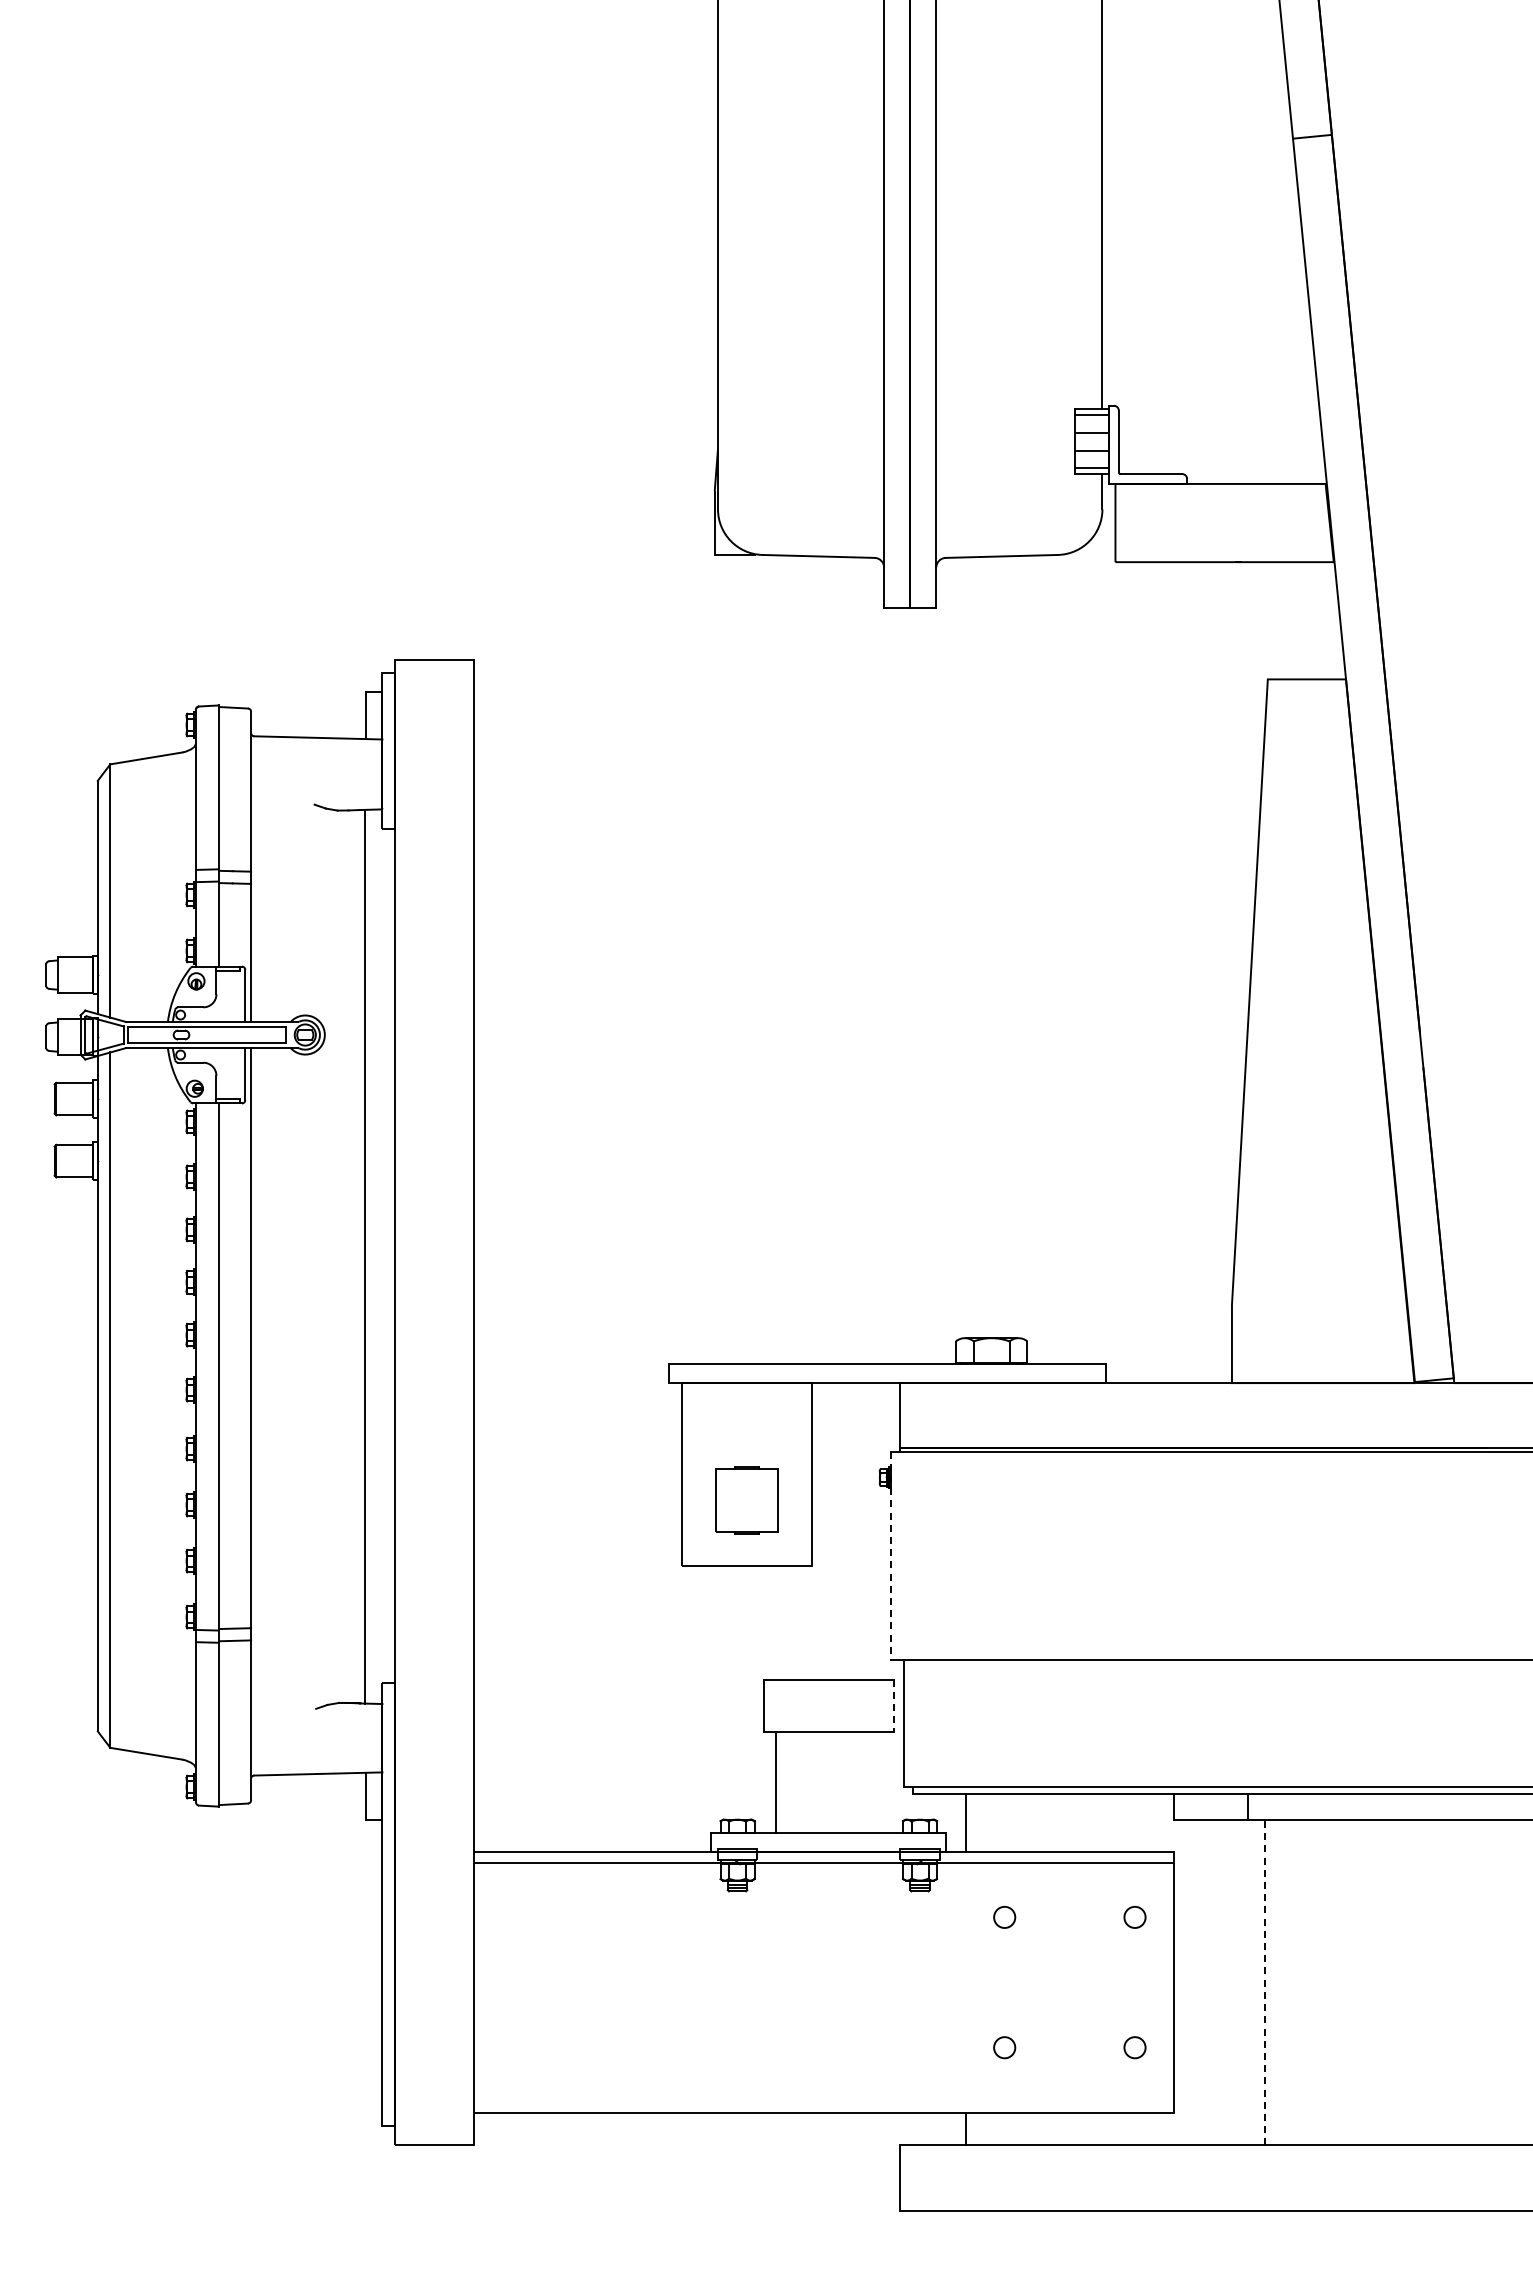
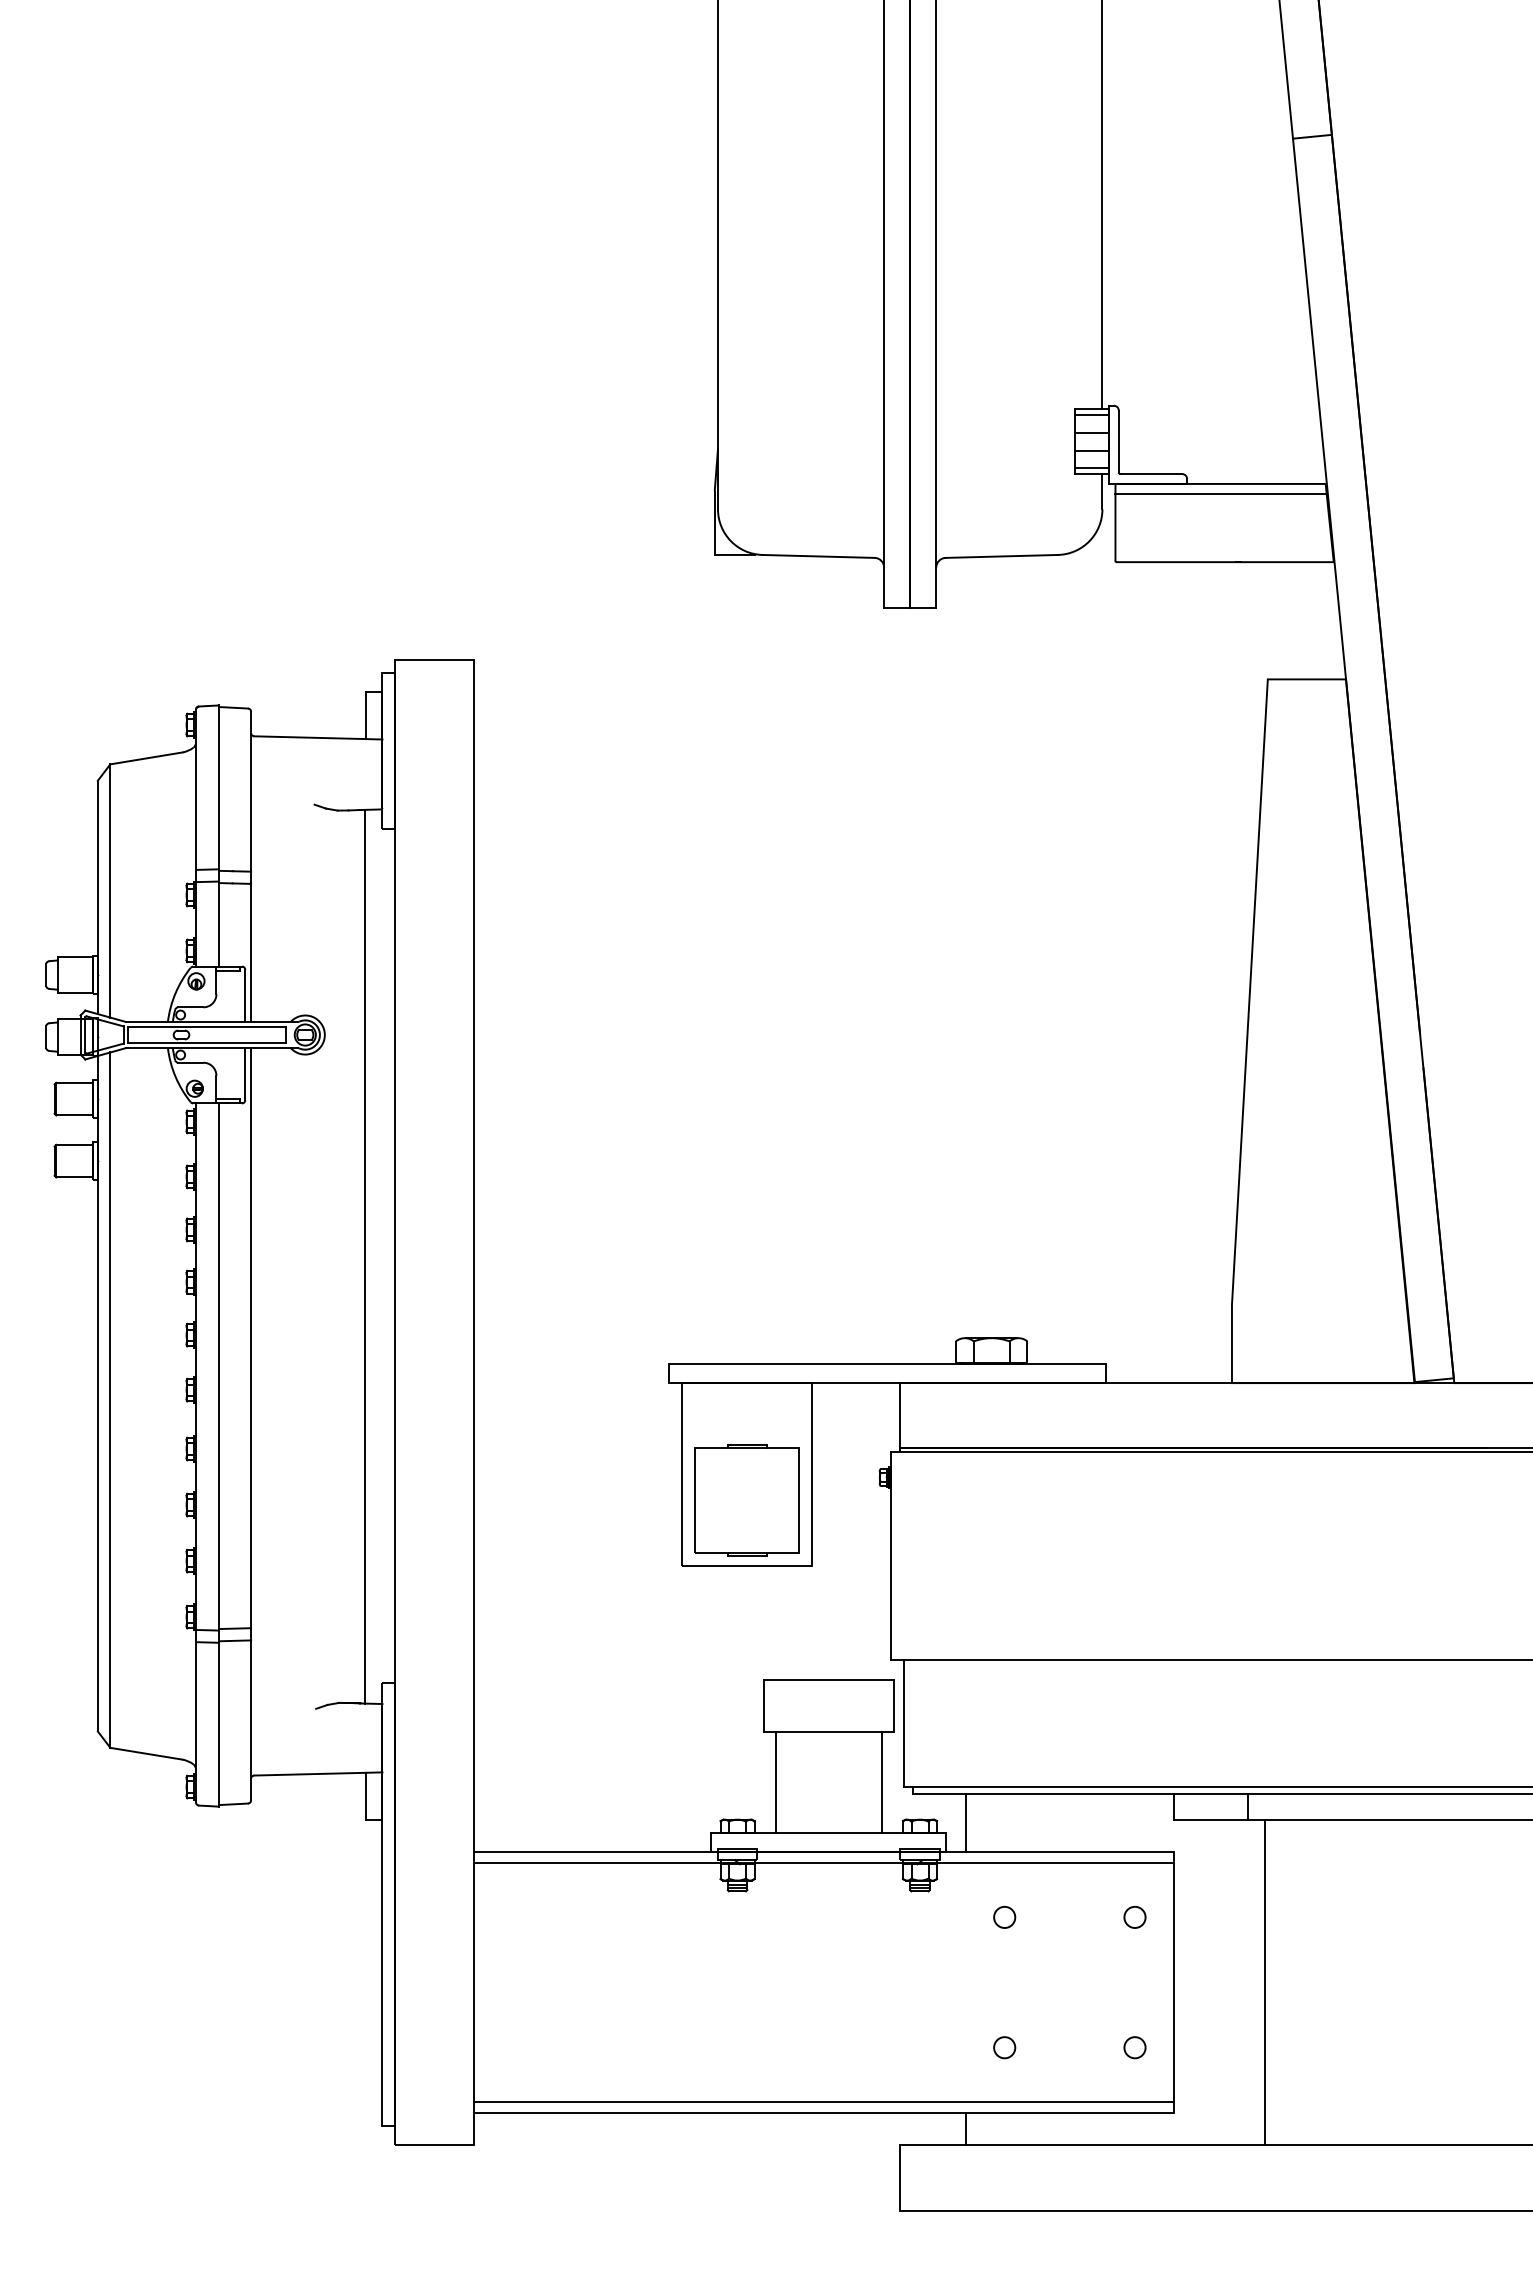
line at (1220, 493): none -> present
part at (746, 1500) size: 64x69 px -> 106x113 px
line at (890, 1556): dashed -> solid
line at (893, 1706): dashed -> solid
line at (881, 1781): none -> present
line at (1265, 1982): dashed -> solid
line at (823, 2102): none -> present
